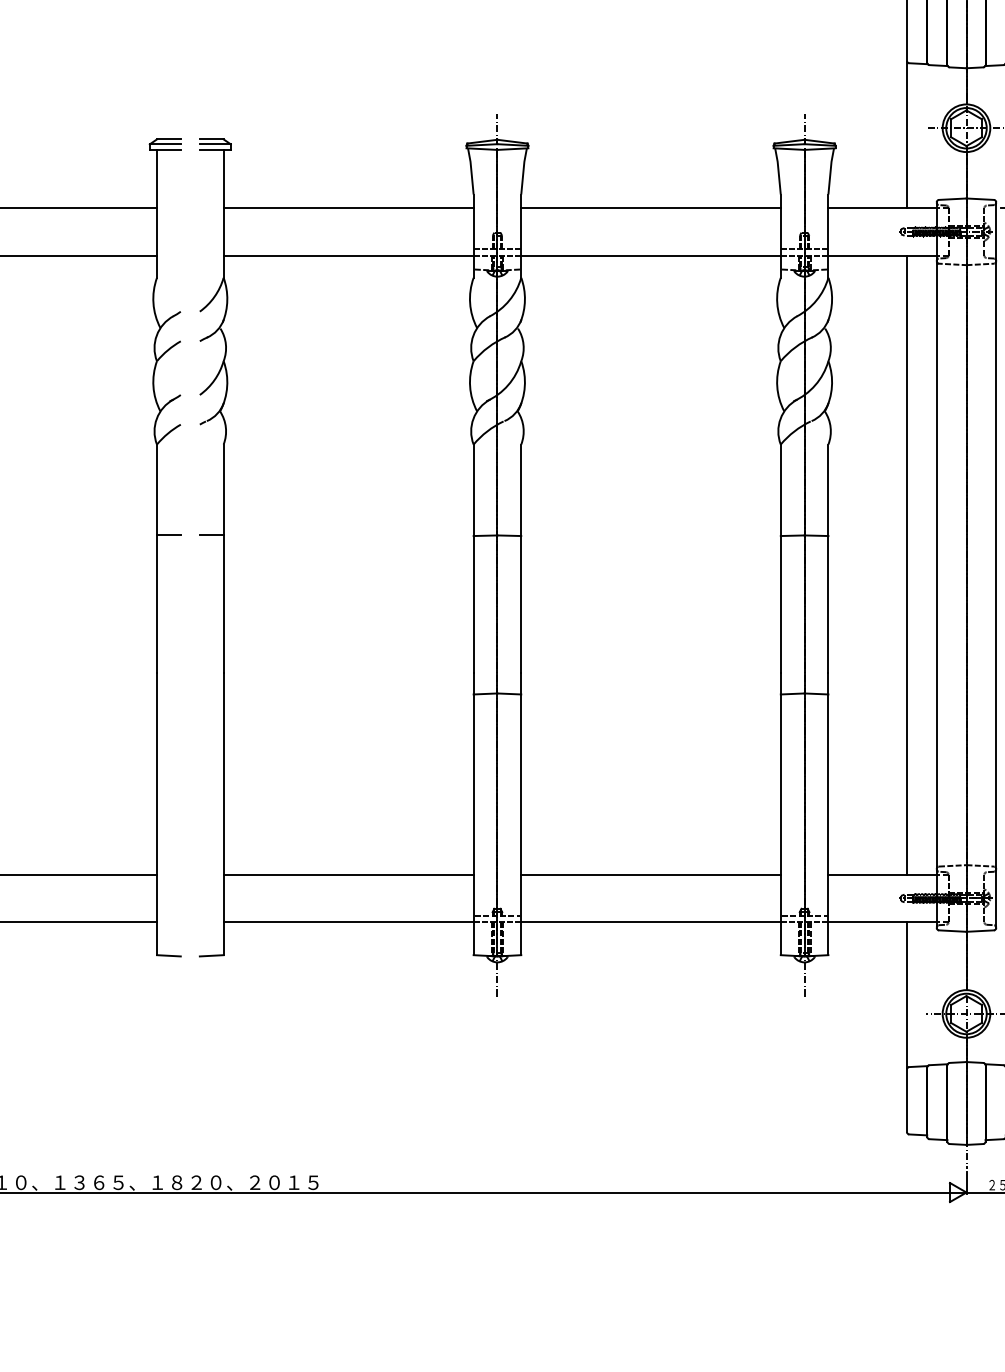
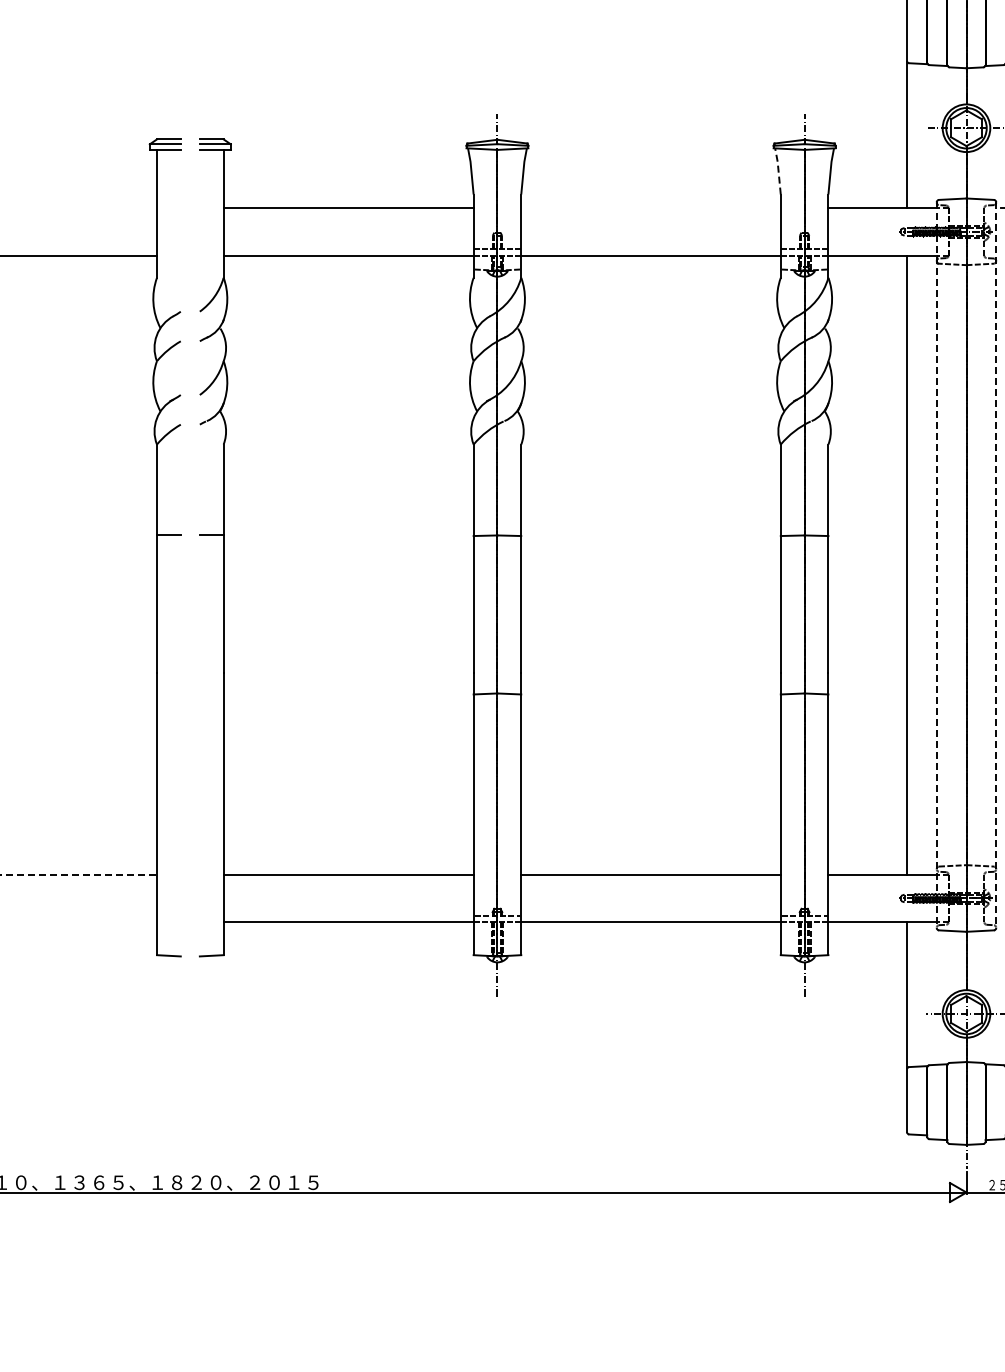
line at (778, 170): solid -> dashed
line at (79, 208): present -> none
line at (650, 208): present -> none
line at (936, 565): solid -> dashed
line at (996, 565): solid -> dashed
line at (78, 874): solid -> dashed
line at (79, 922): present -> none
